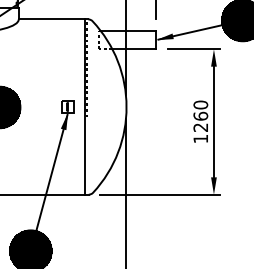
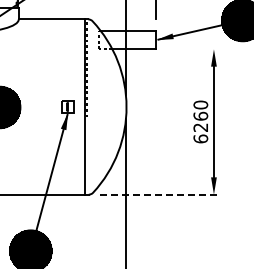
line at (193, 49): present -> none
text at (200, 138): 1260 -> 6260
line at (160, 194): solid -> dashed
